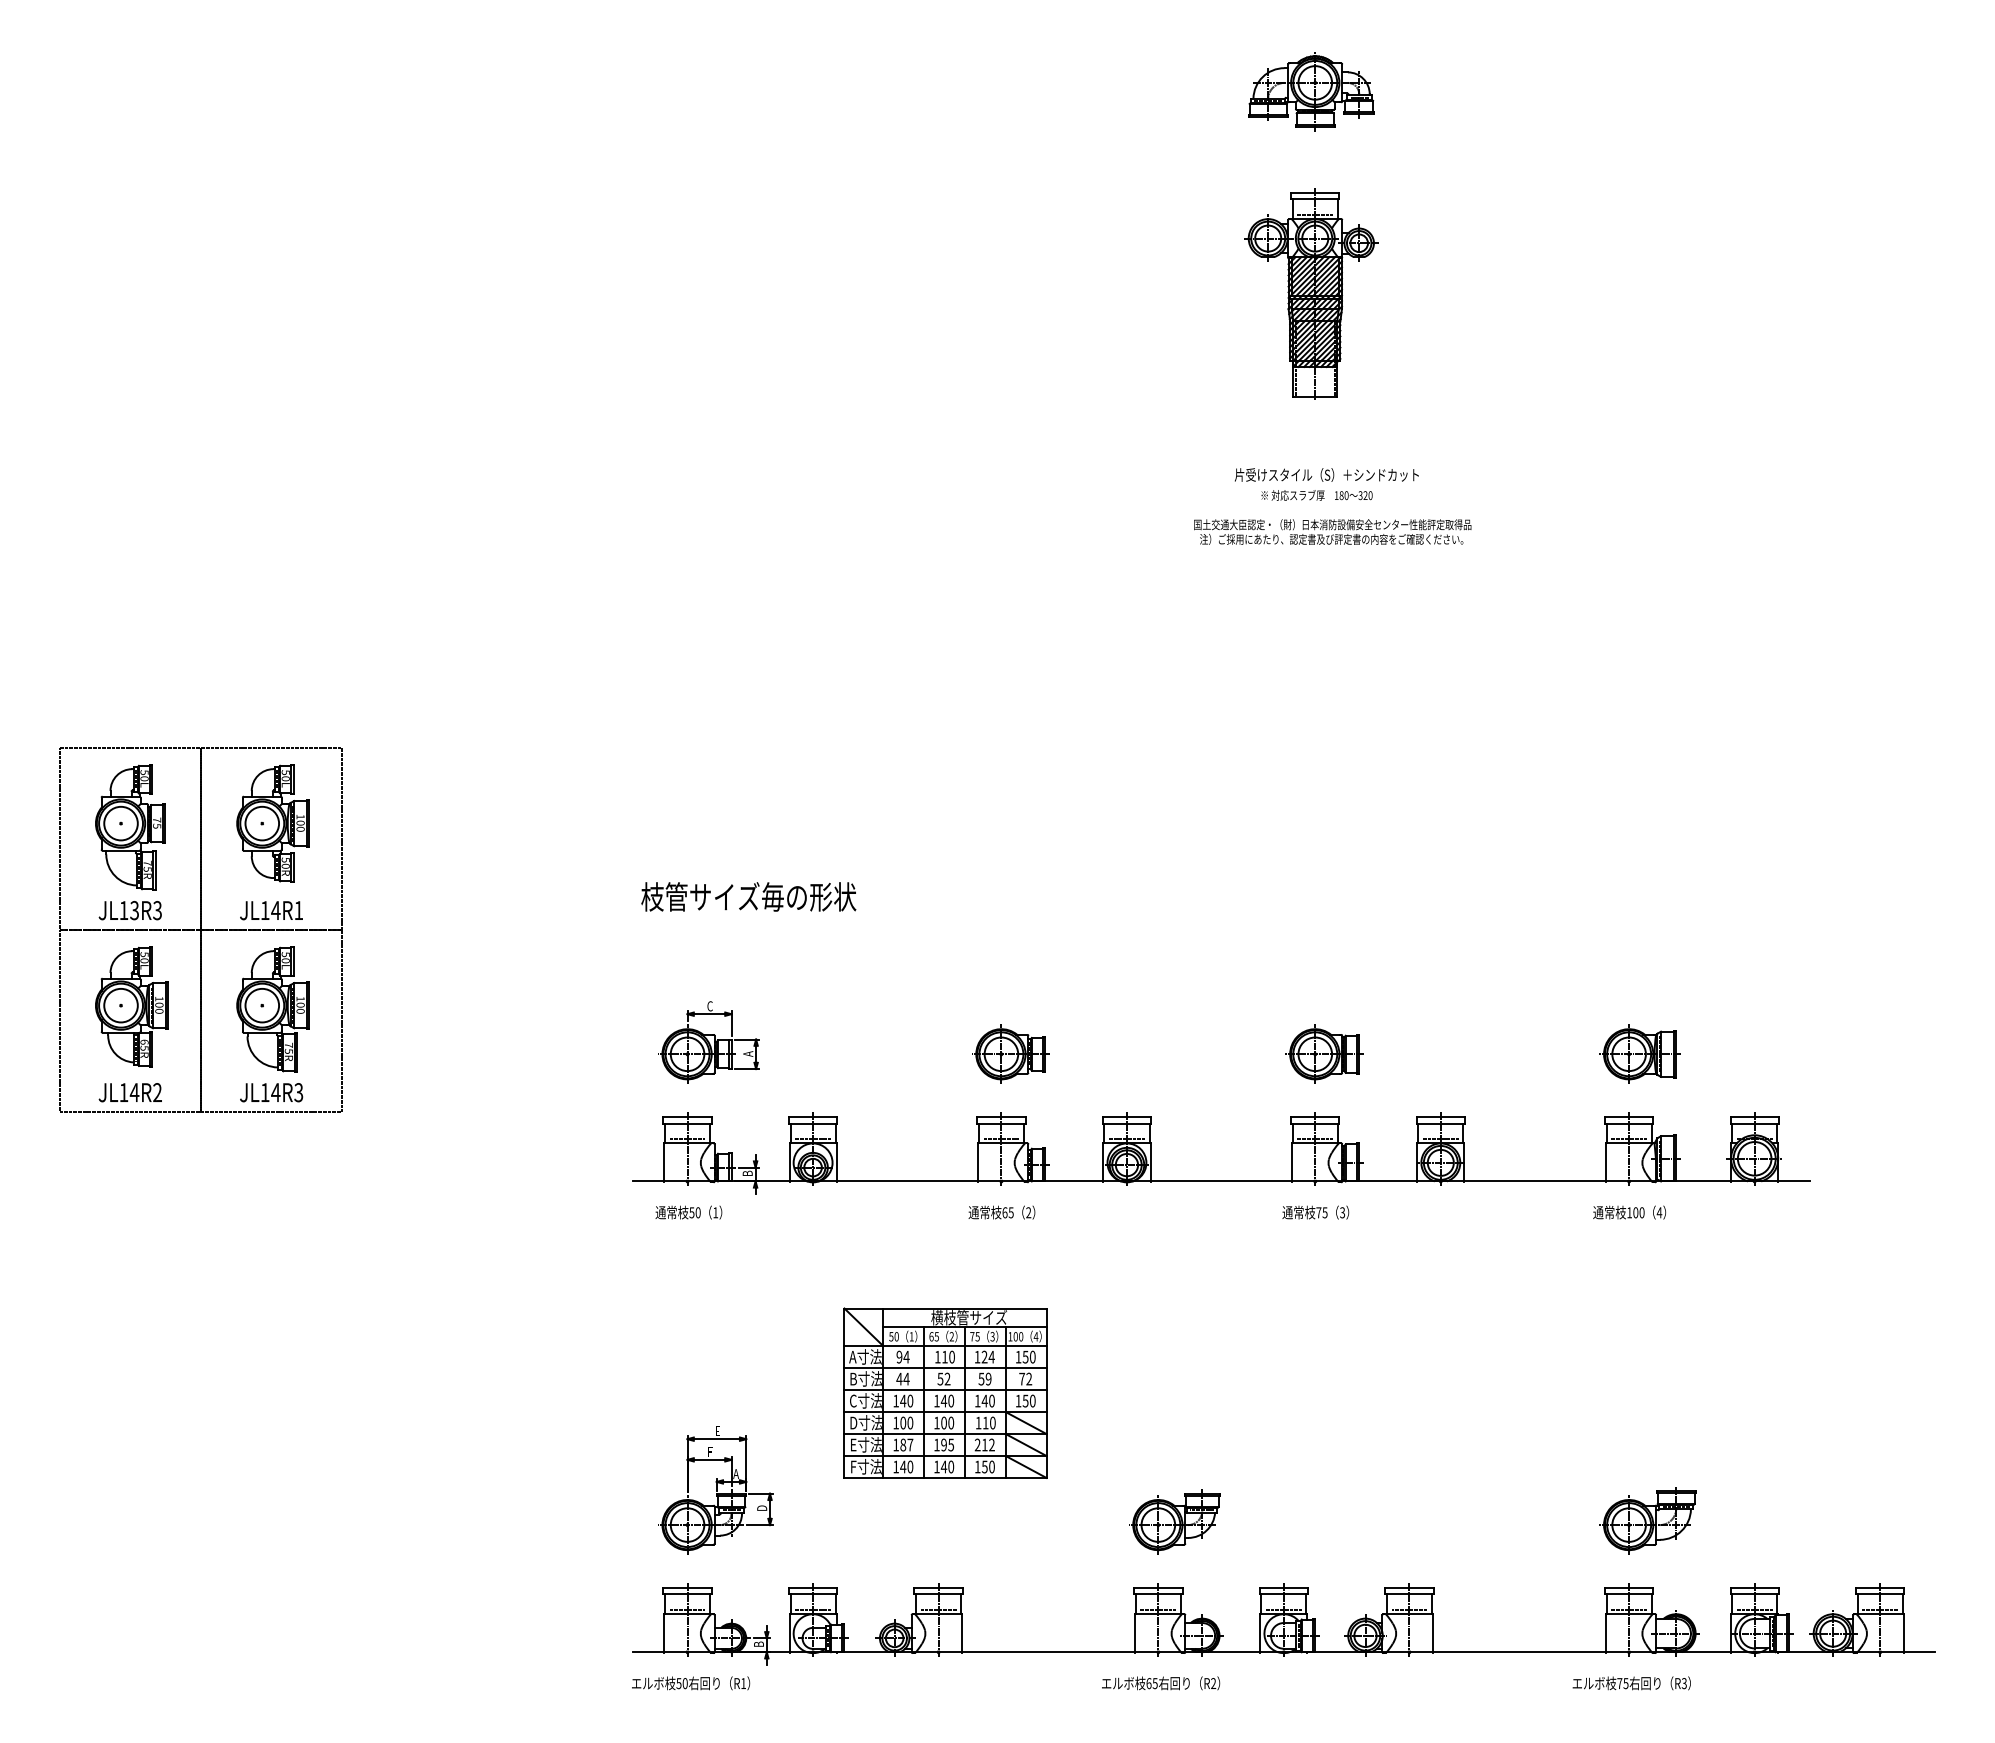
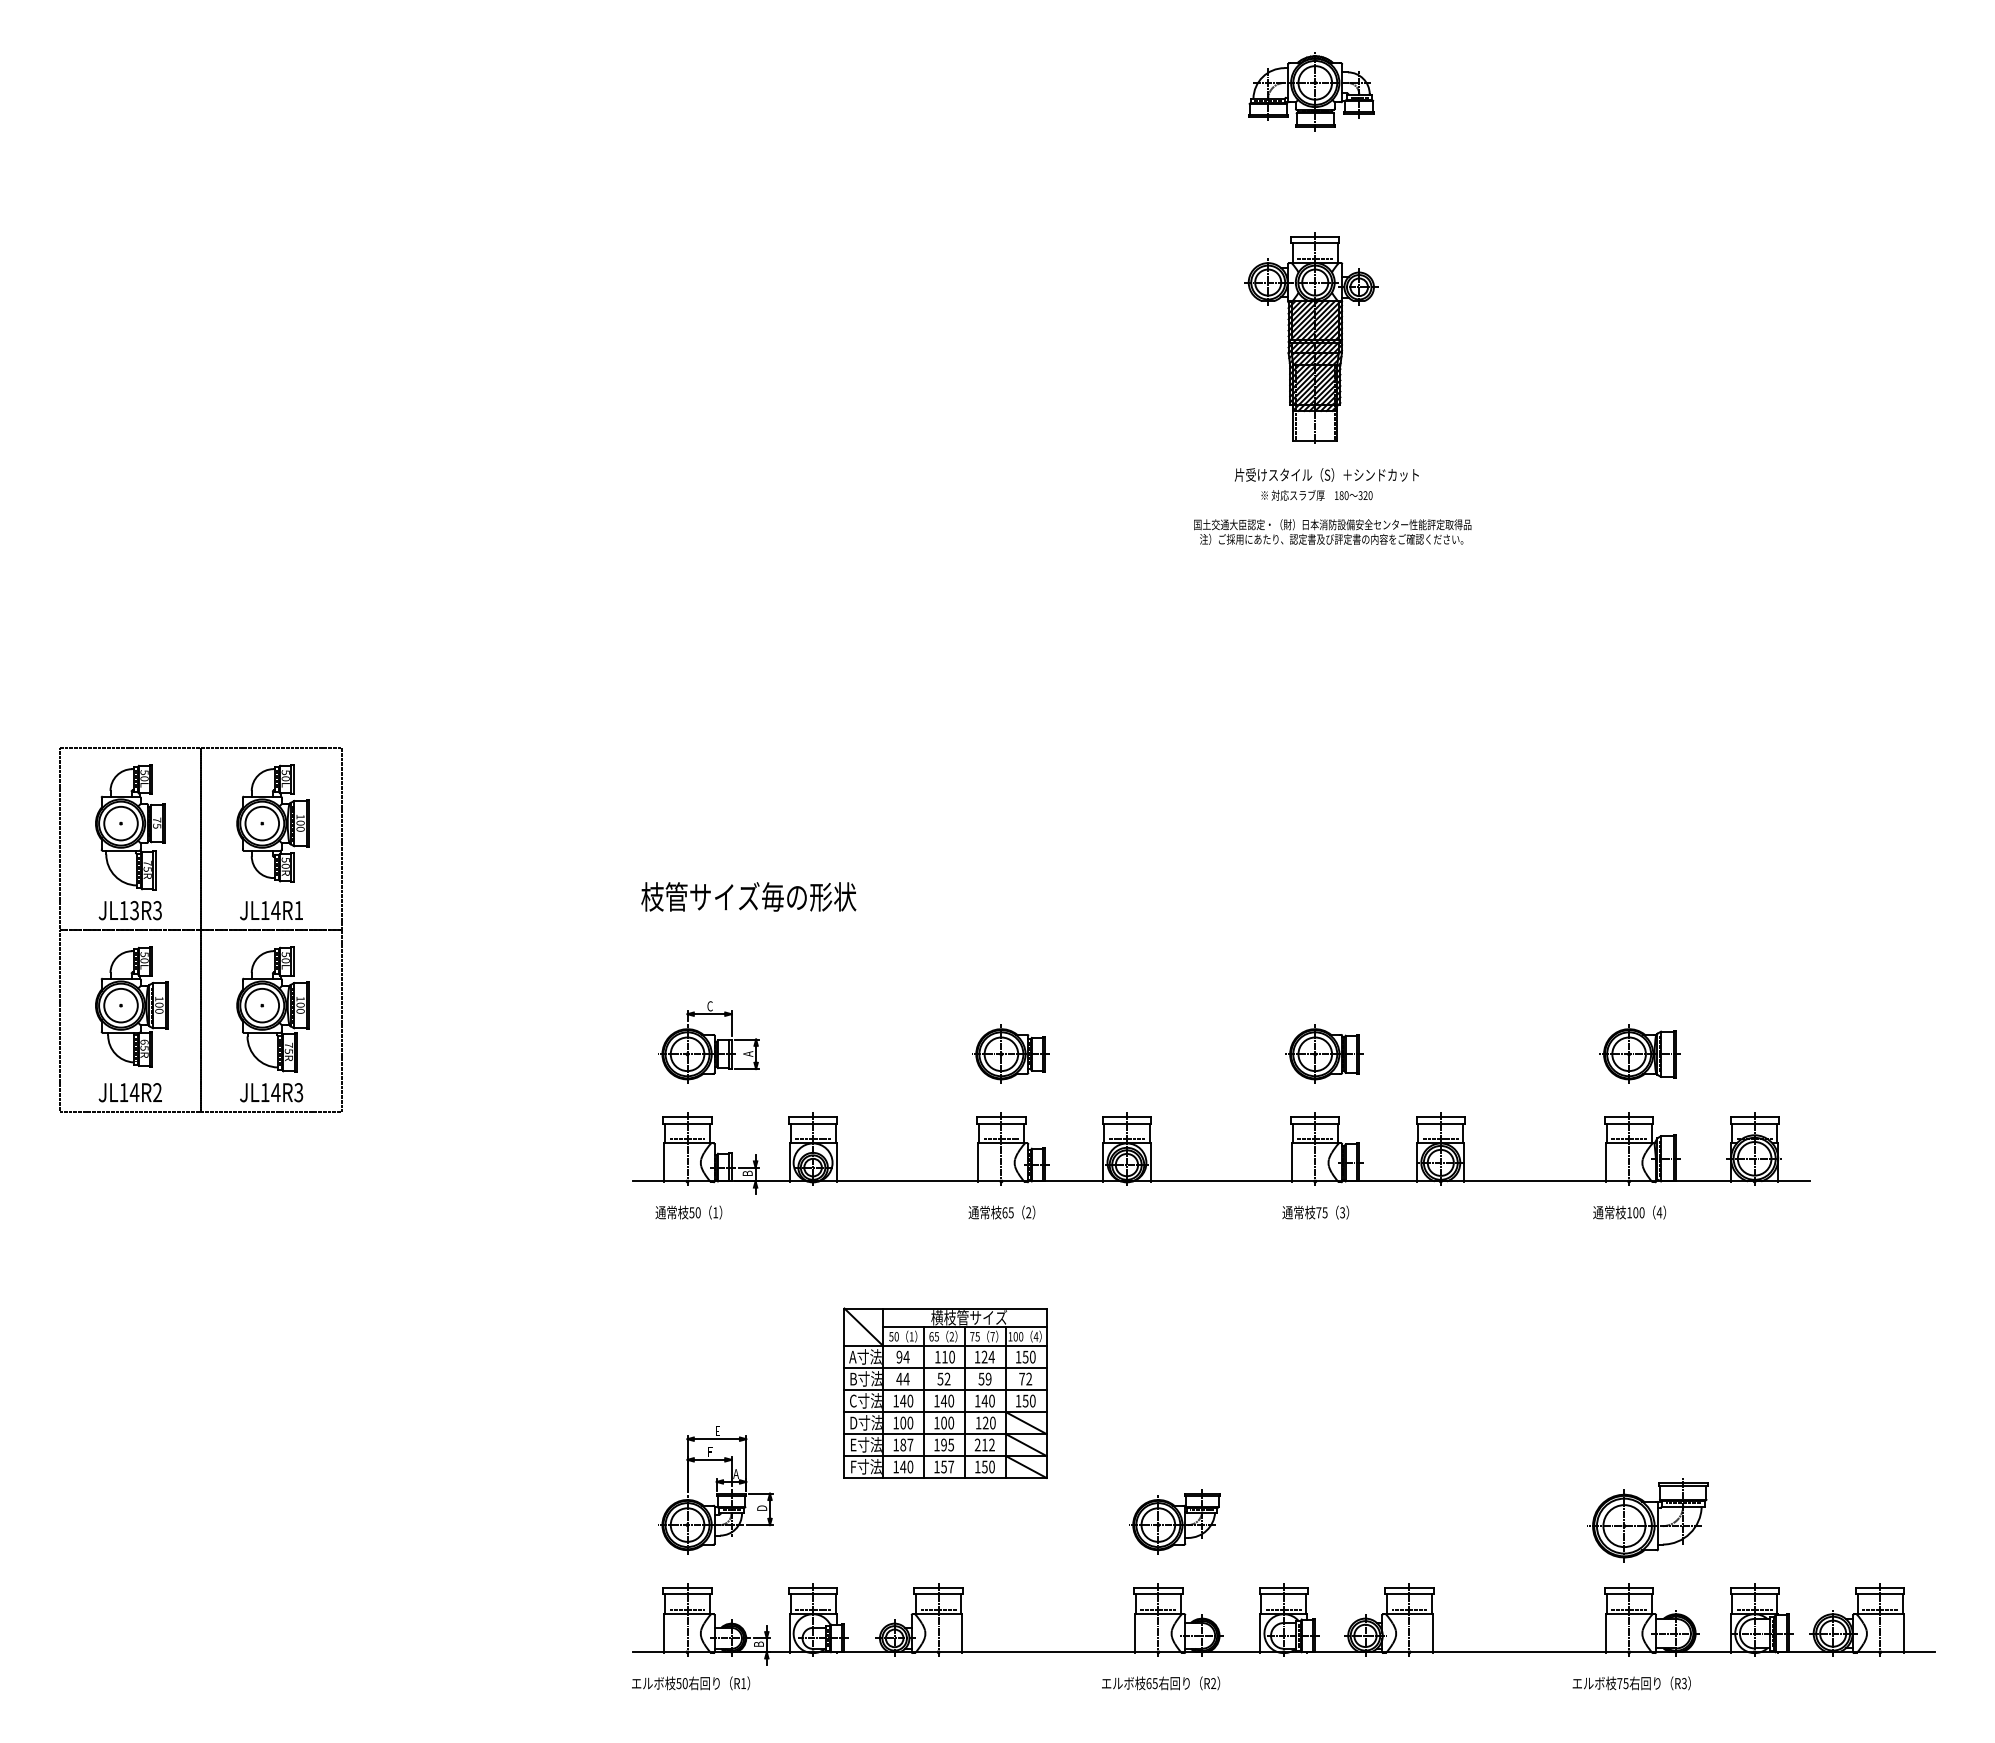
part at (1311, 293) position: (1311, 293) -> (1311, 337)
text at (992, 1336): 3 -> 7
text at (985, 1422): 110 -> 120
text at (947, 1466): 140 -> 157
part at (1647, 1520) size: 98x68 px -> 122x85 px
